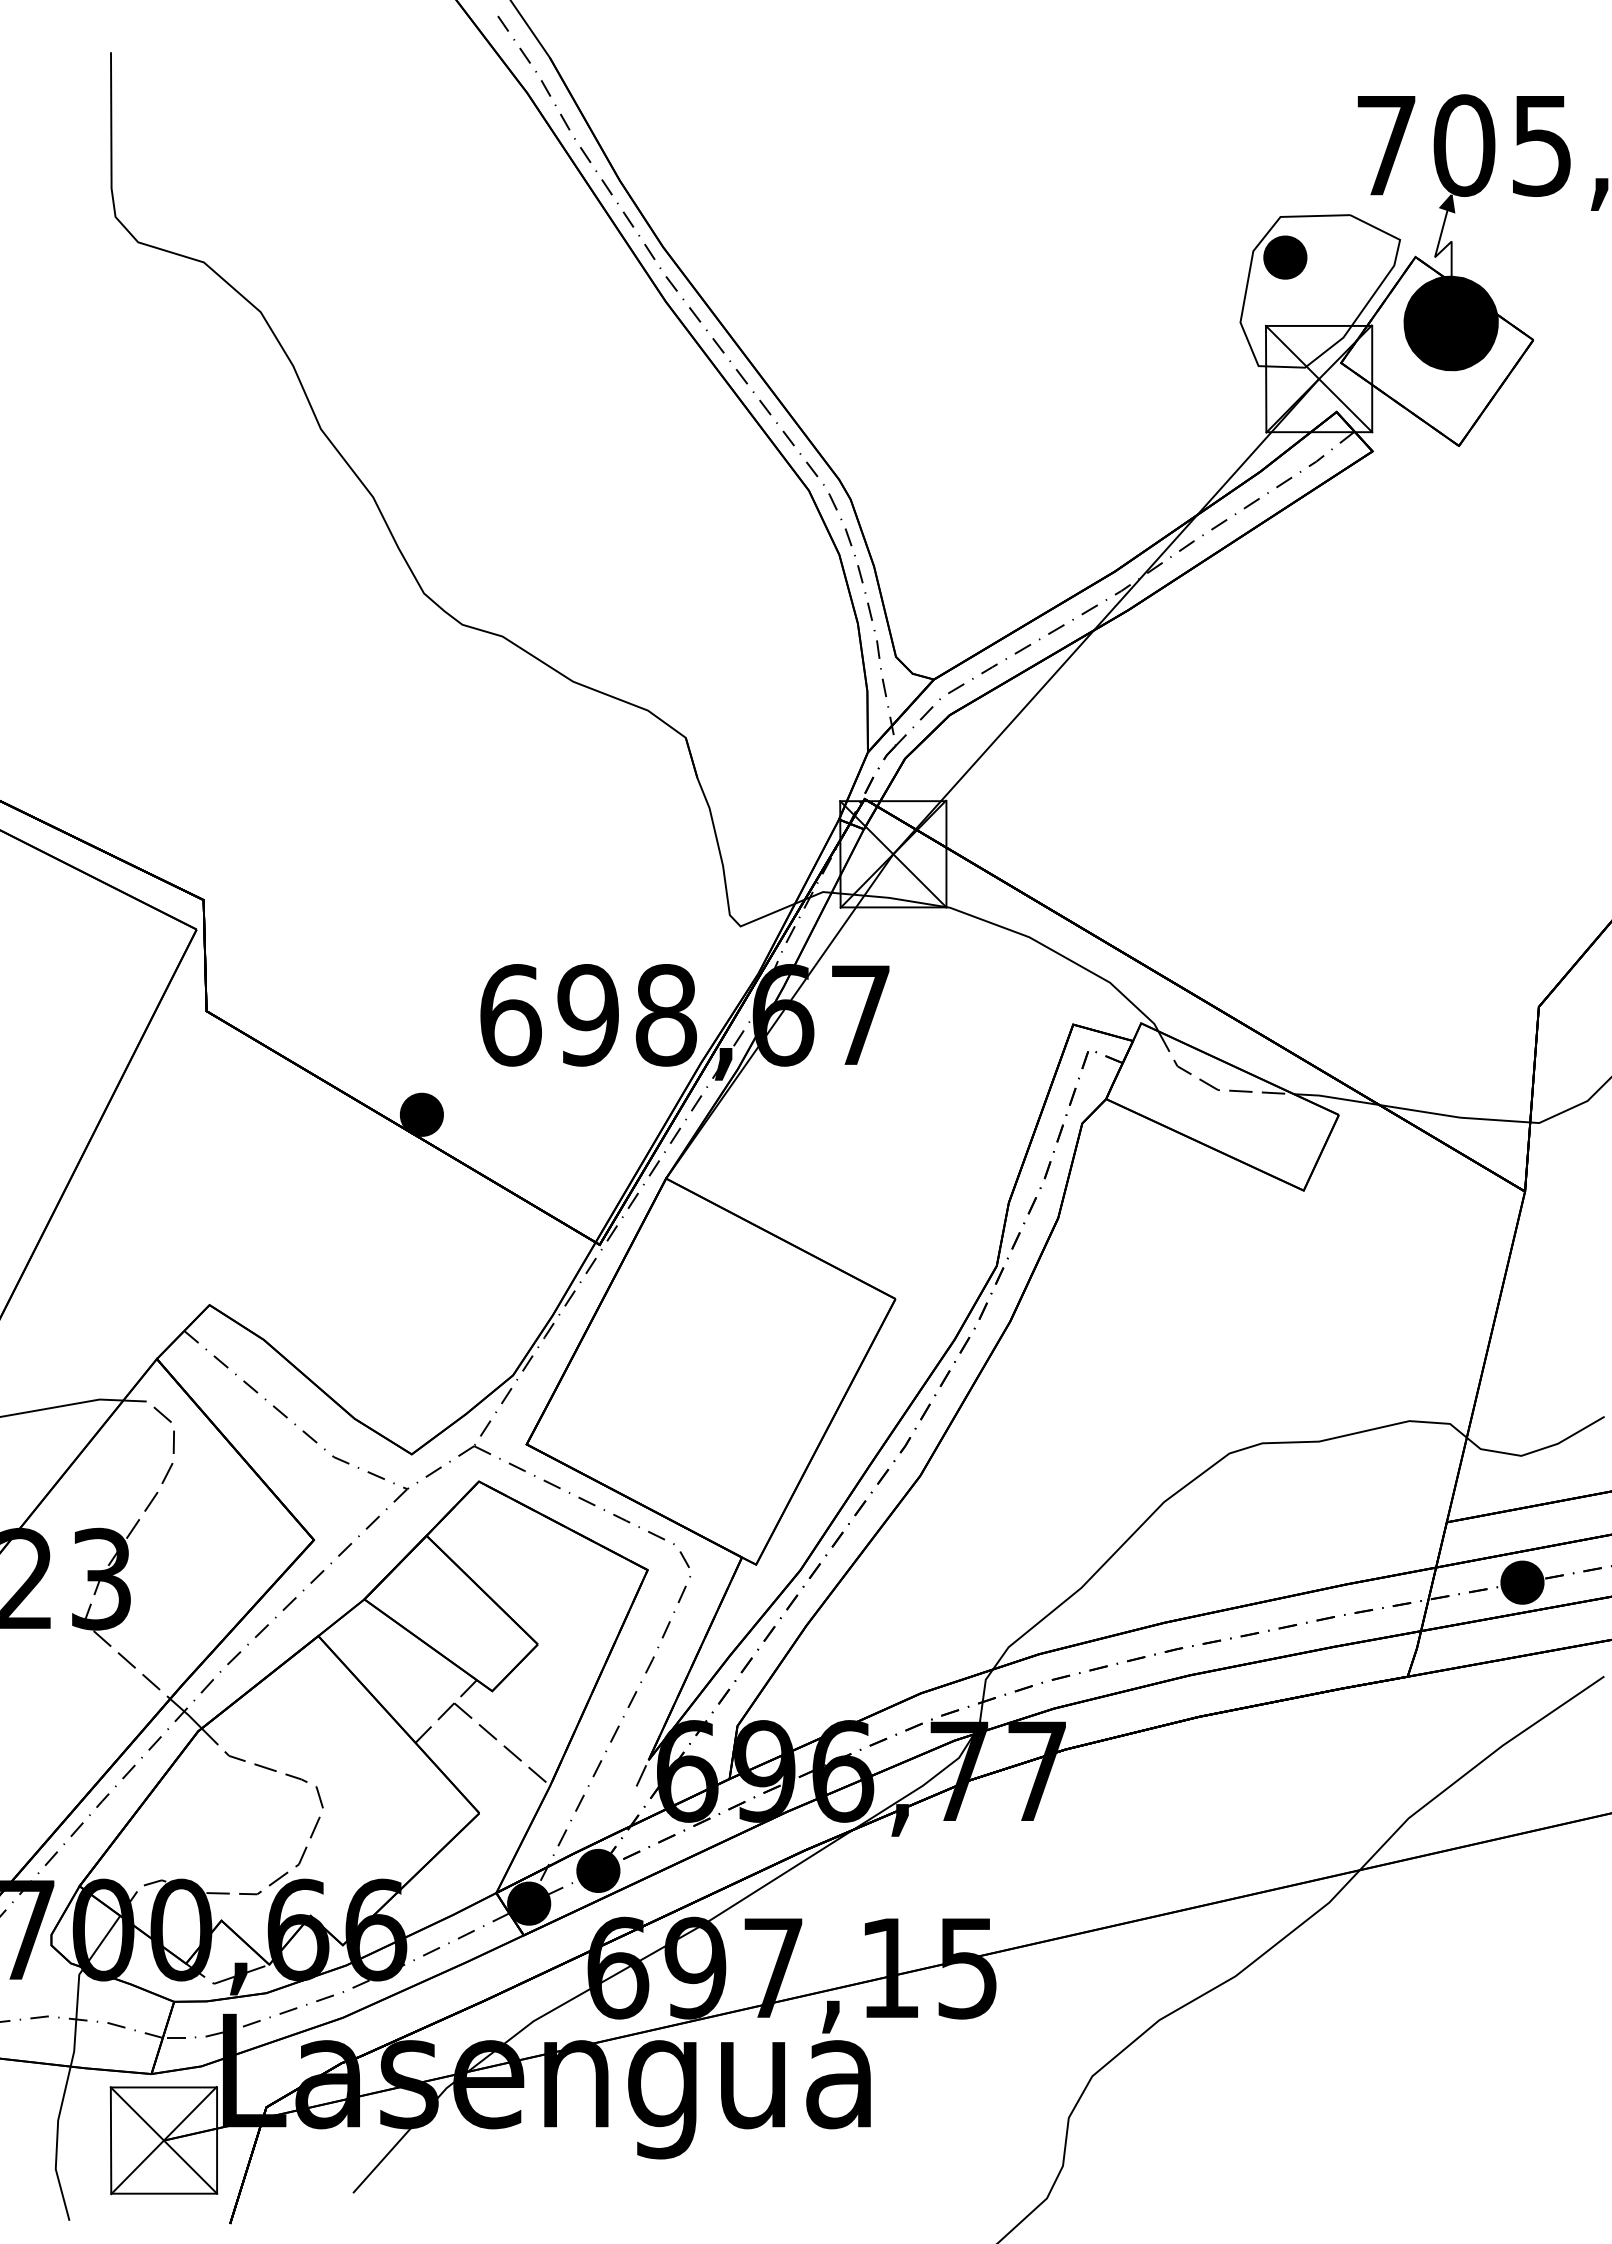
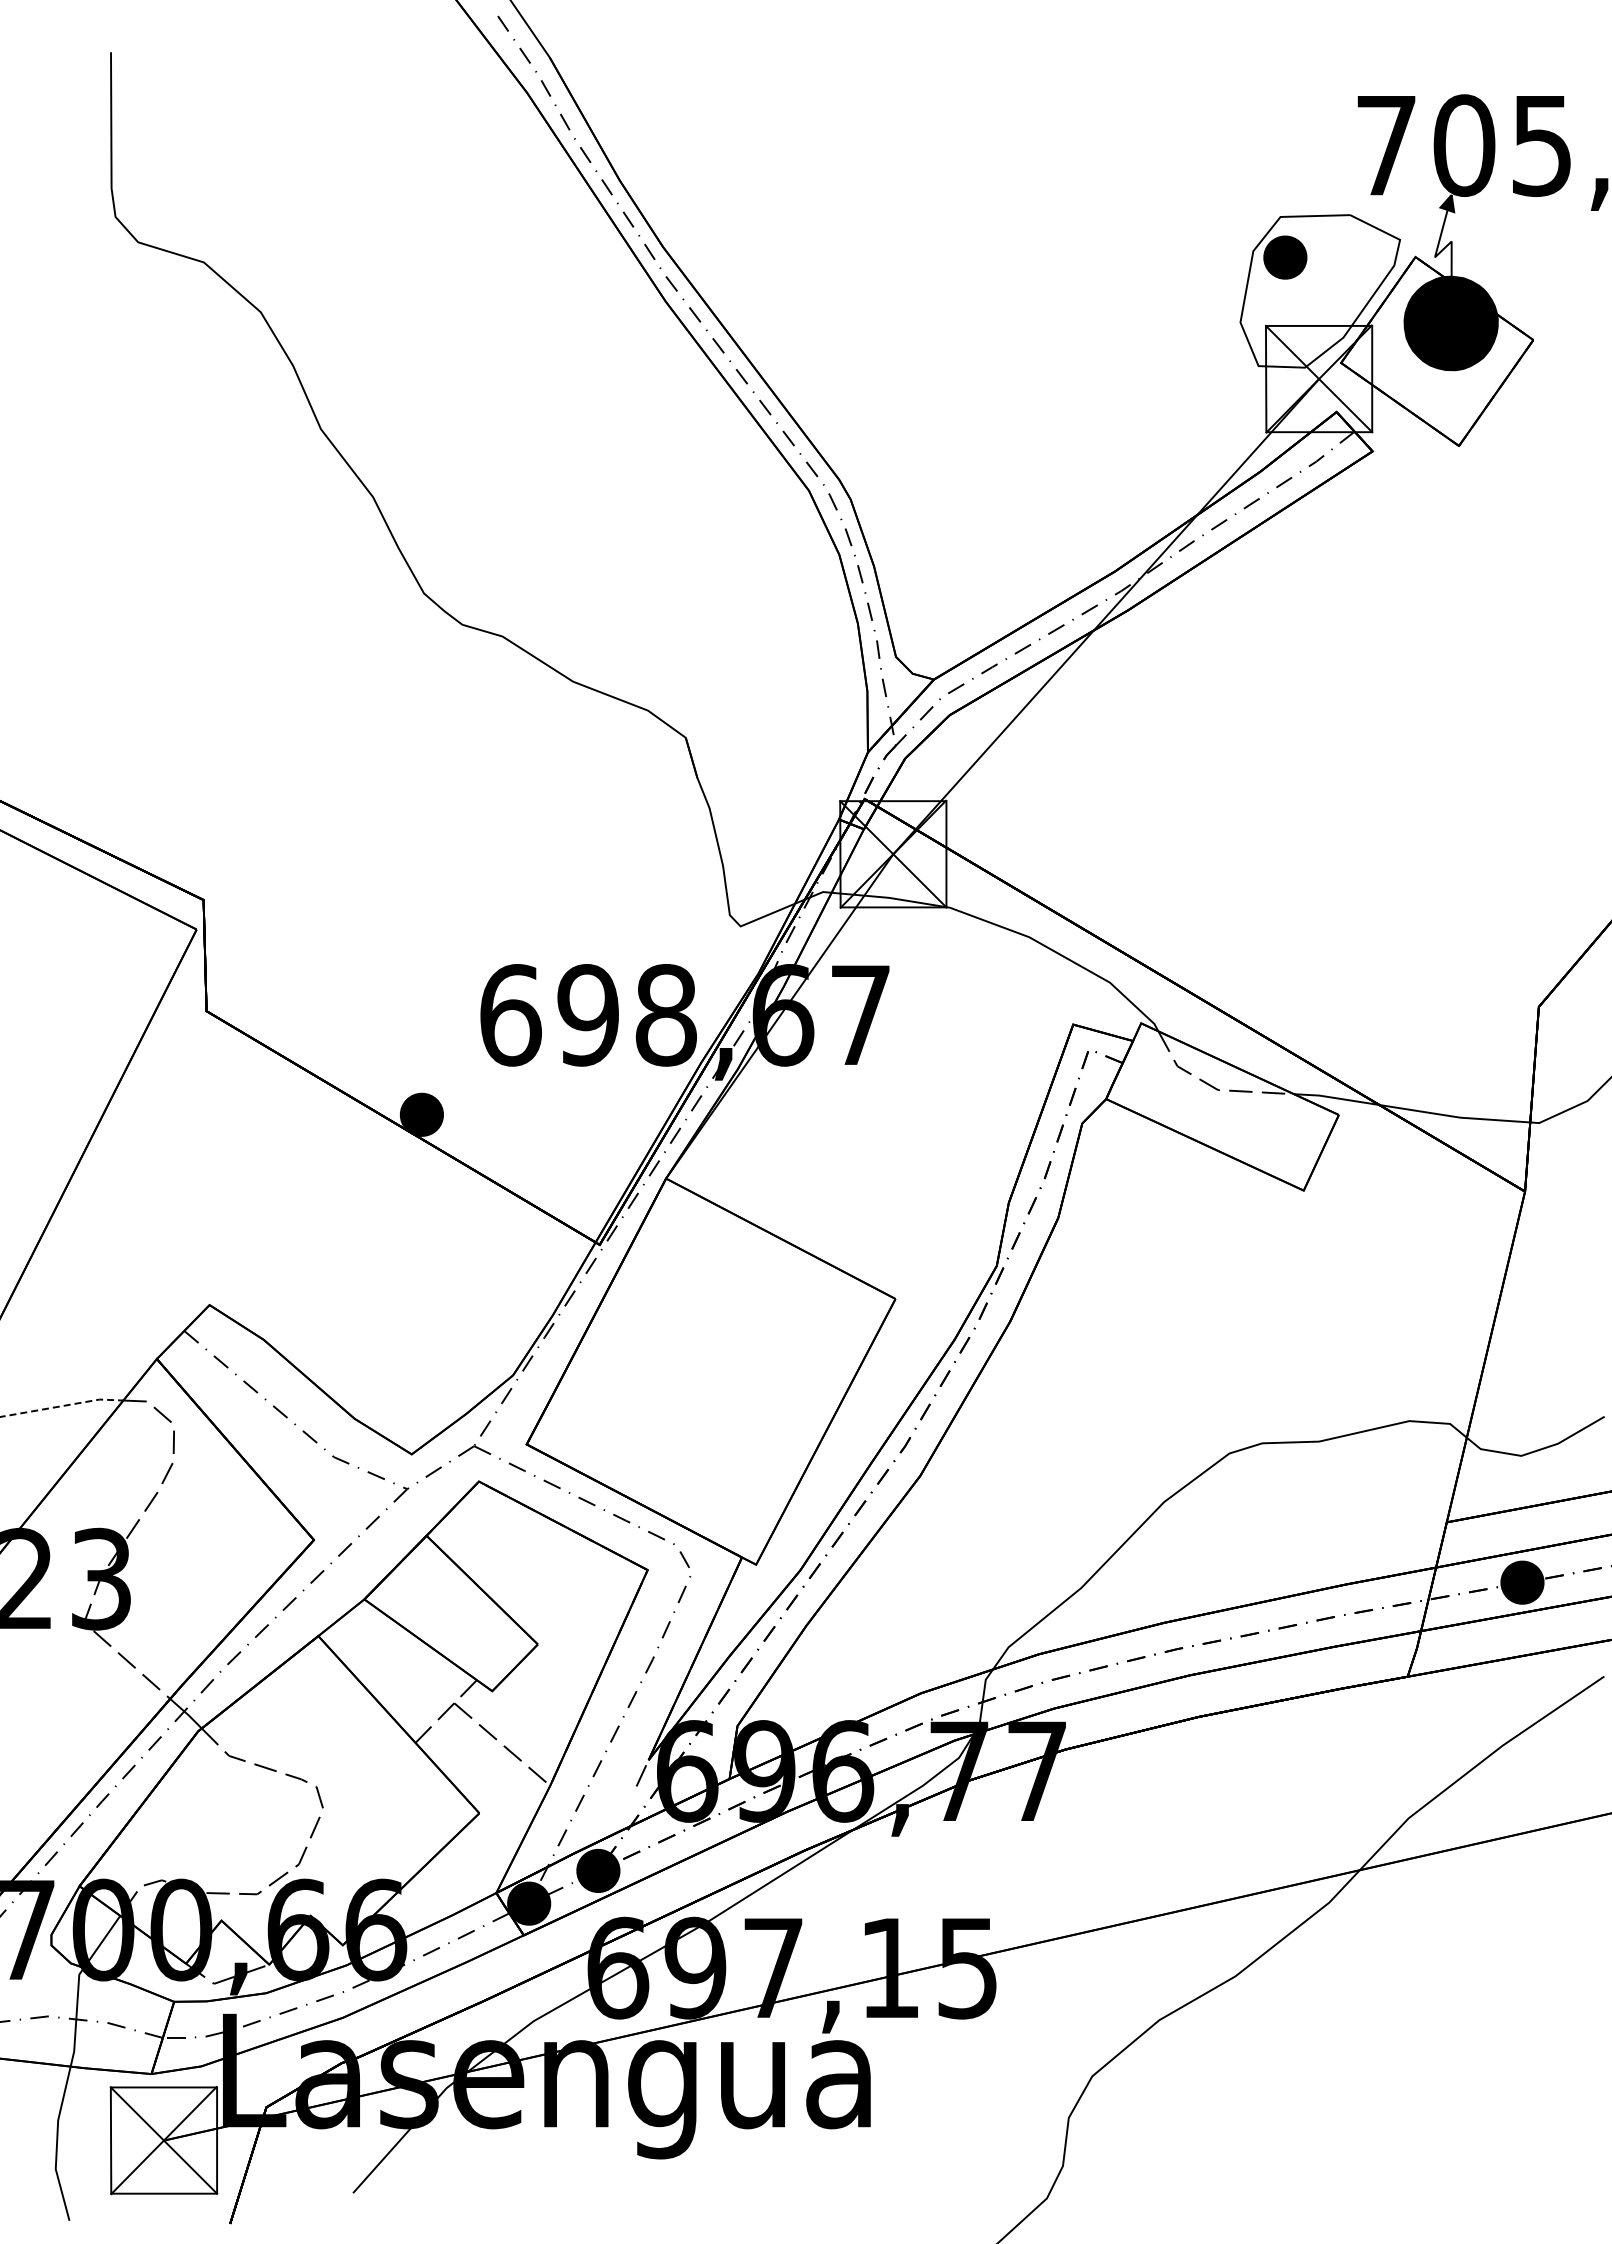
line at (62, 1406): solid -> dashed
